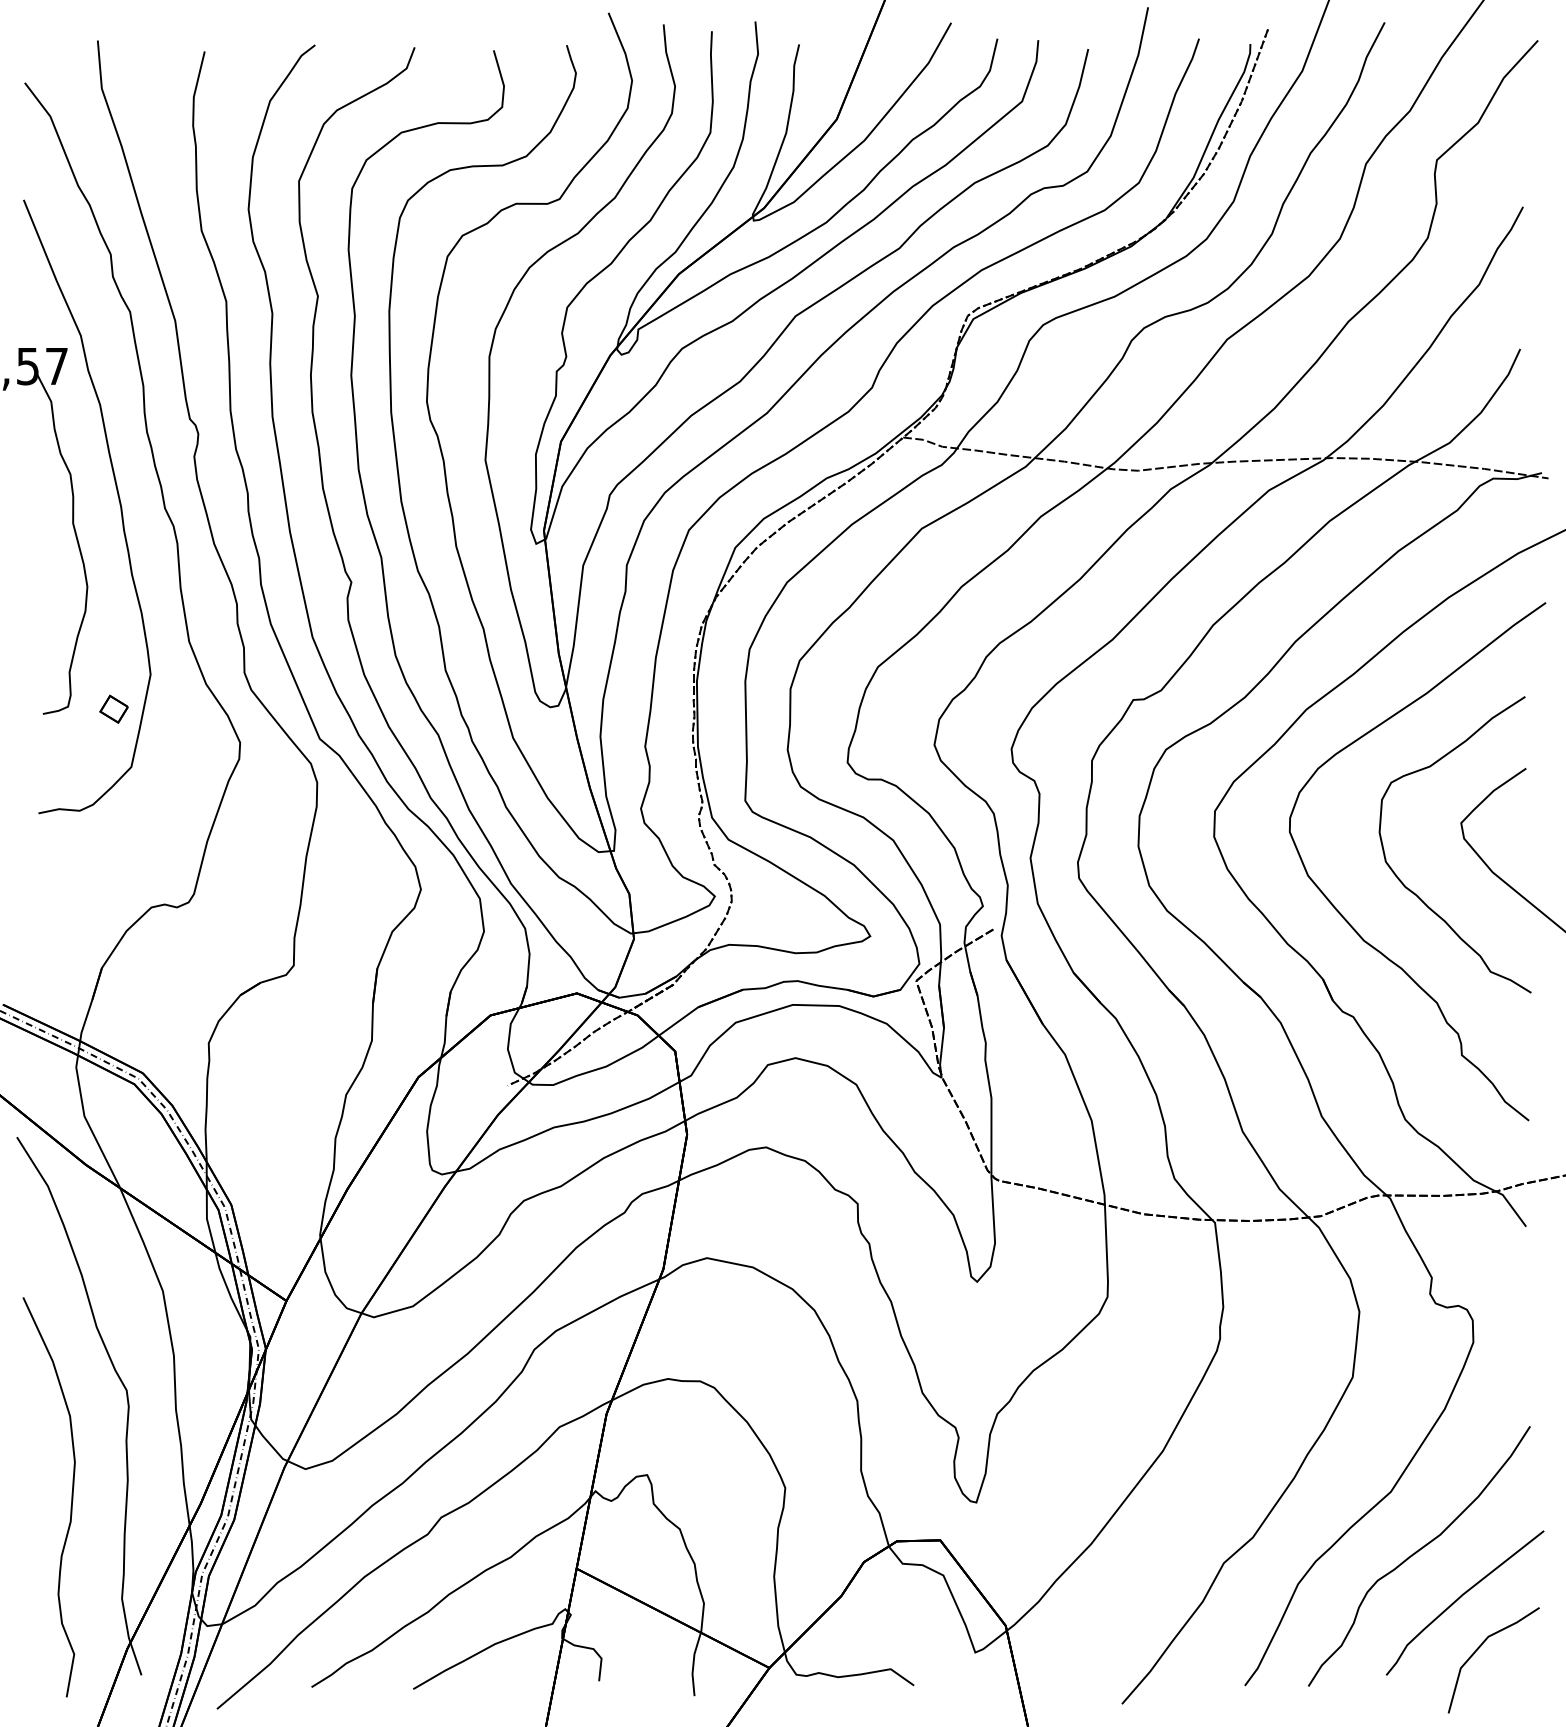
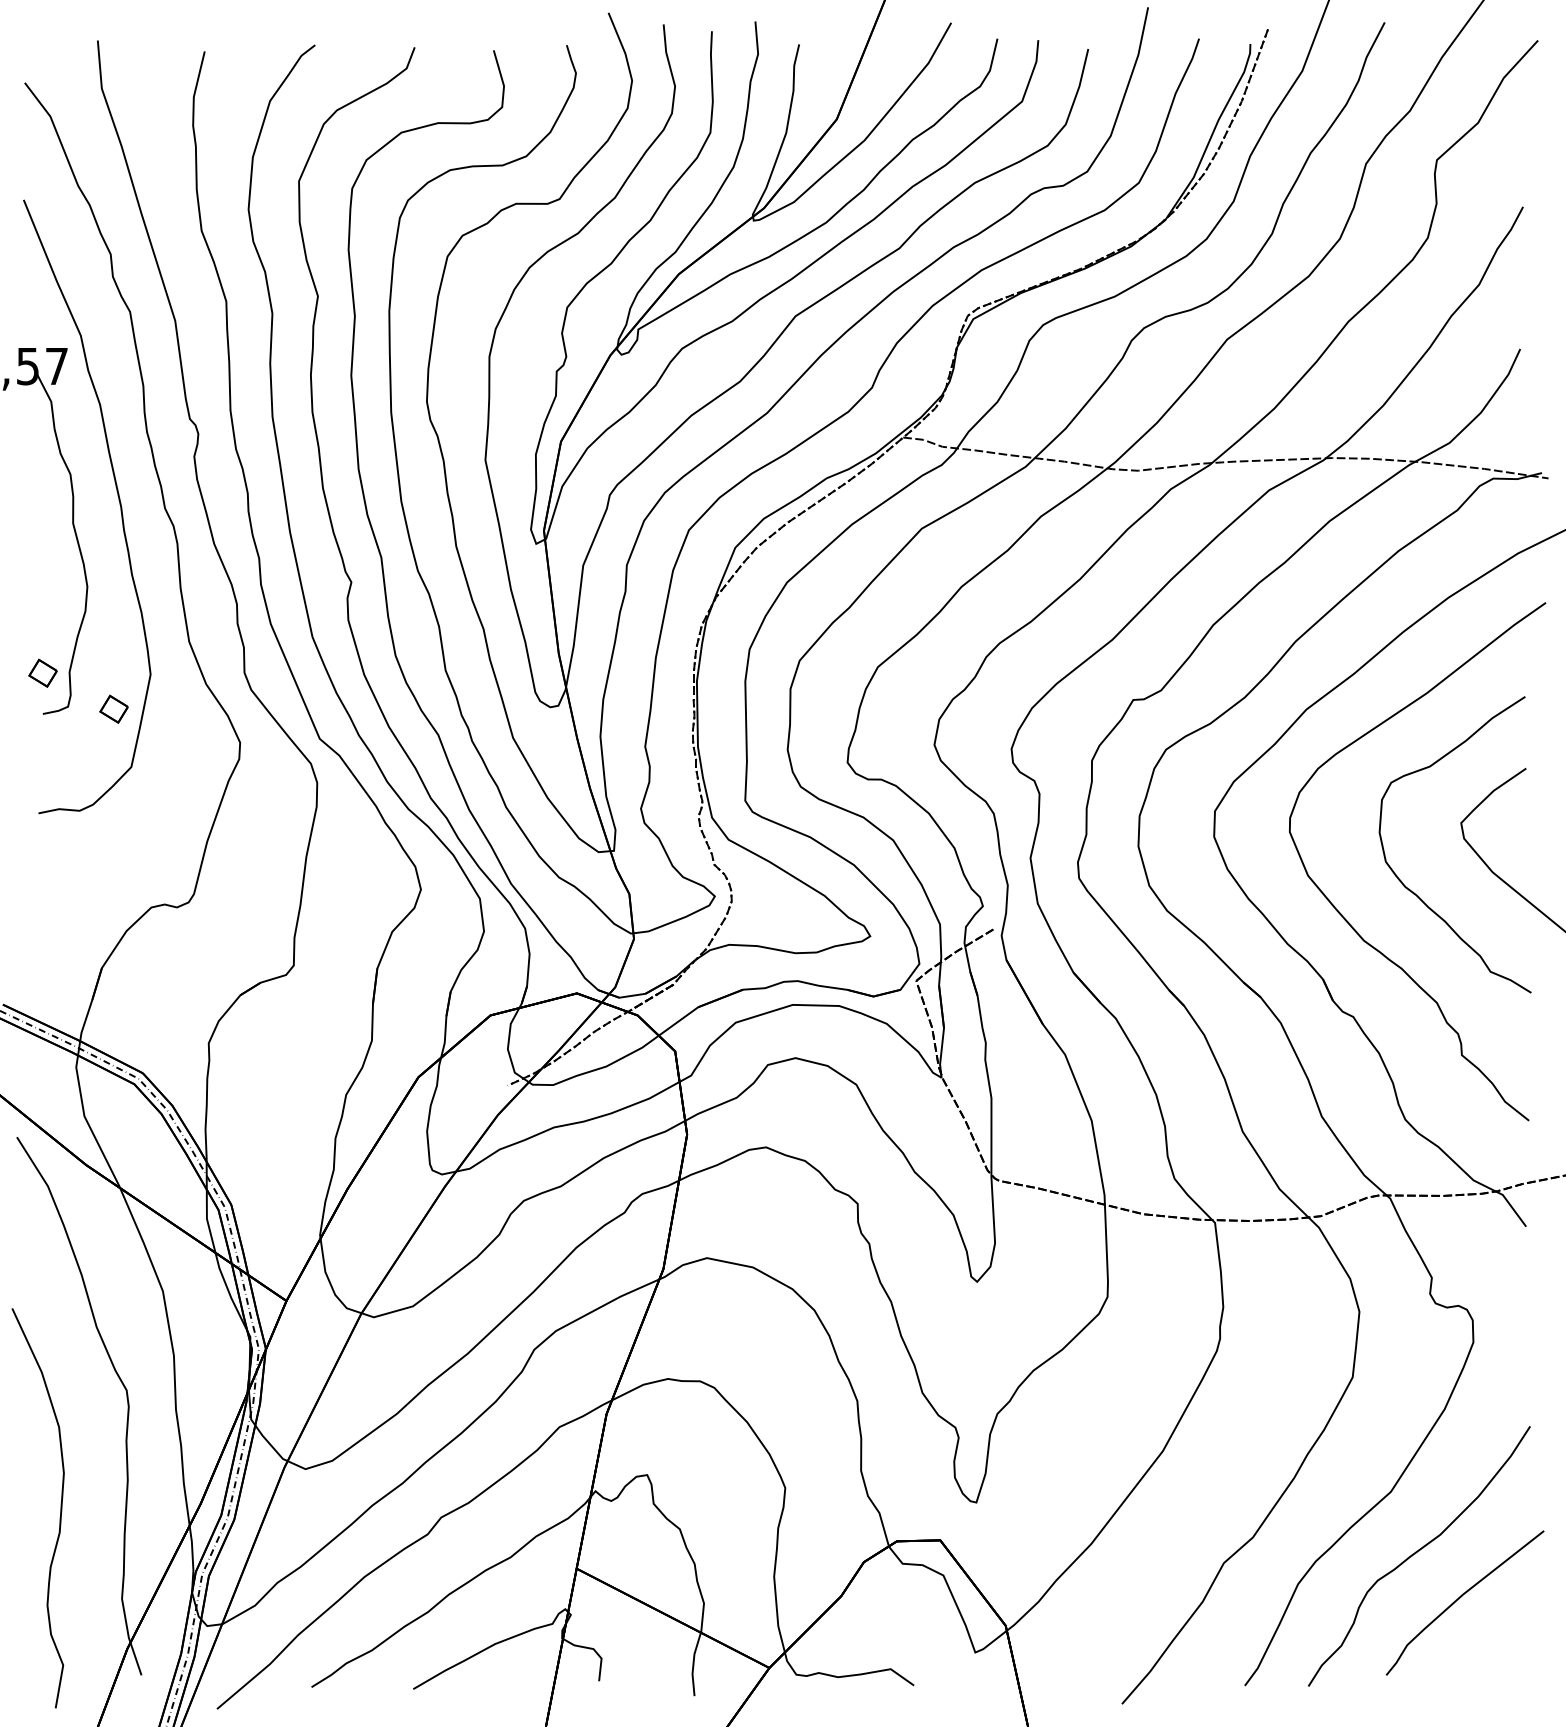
part at (42, 672): none -> present
curve at (71, 1497) position: (71, 1497) -> (60, 1508)
line at (1480, 1647): present -> none
